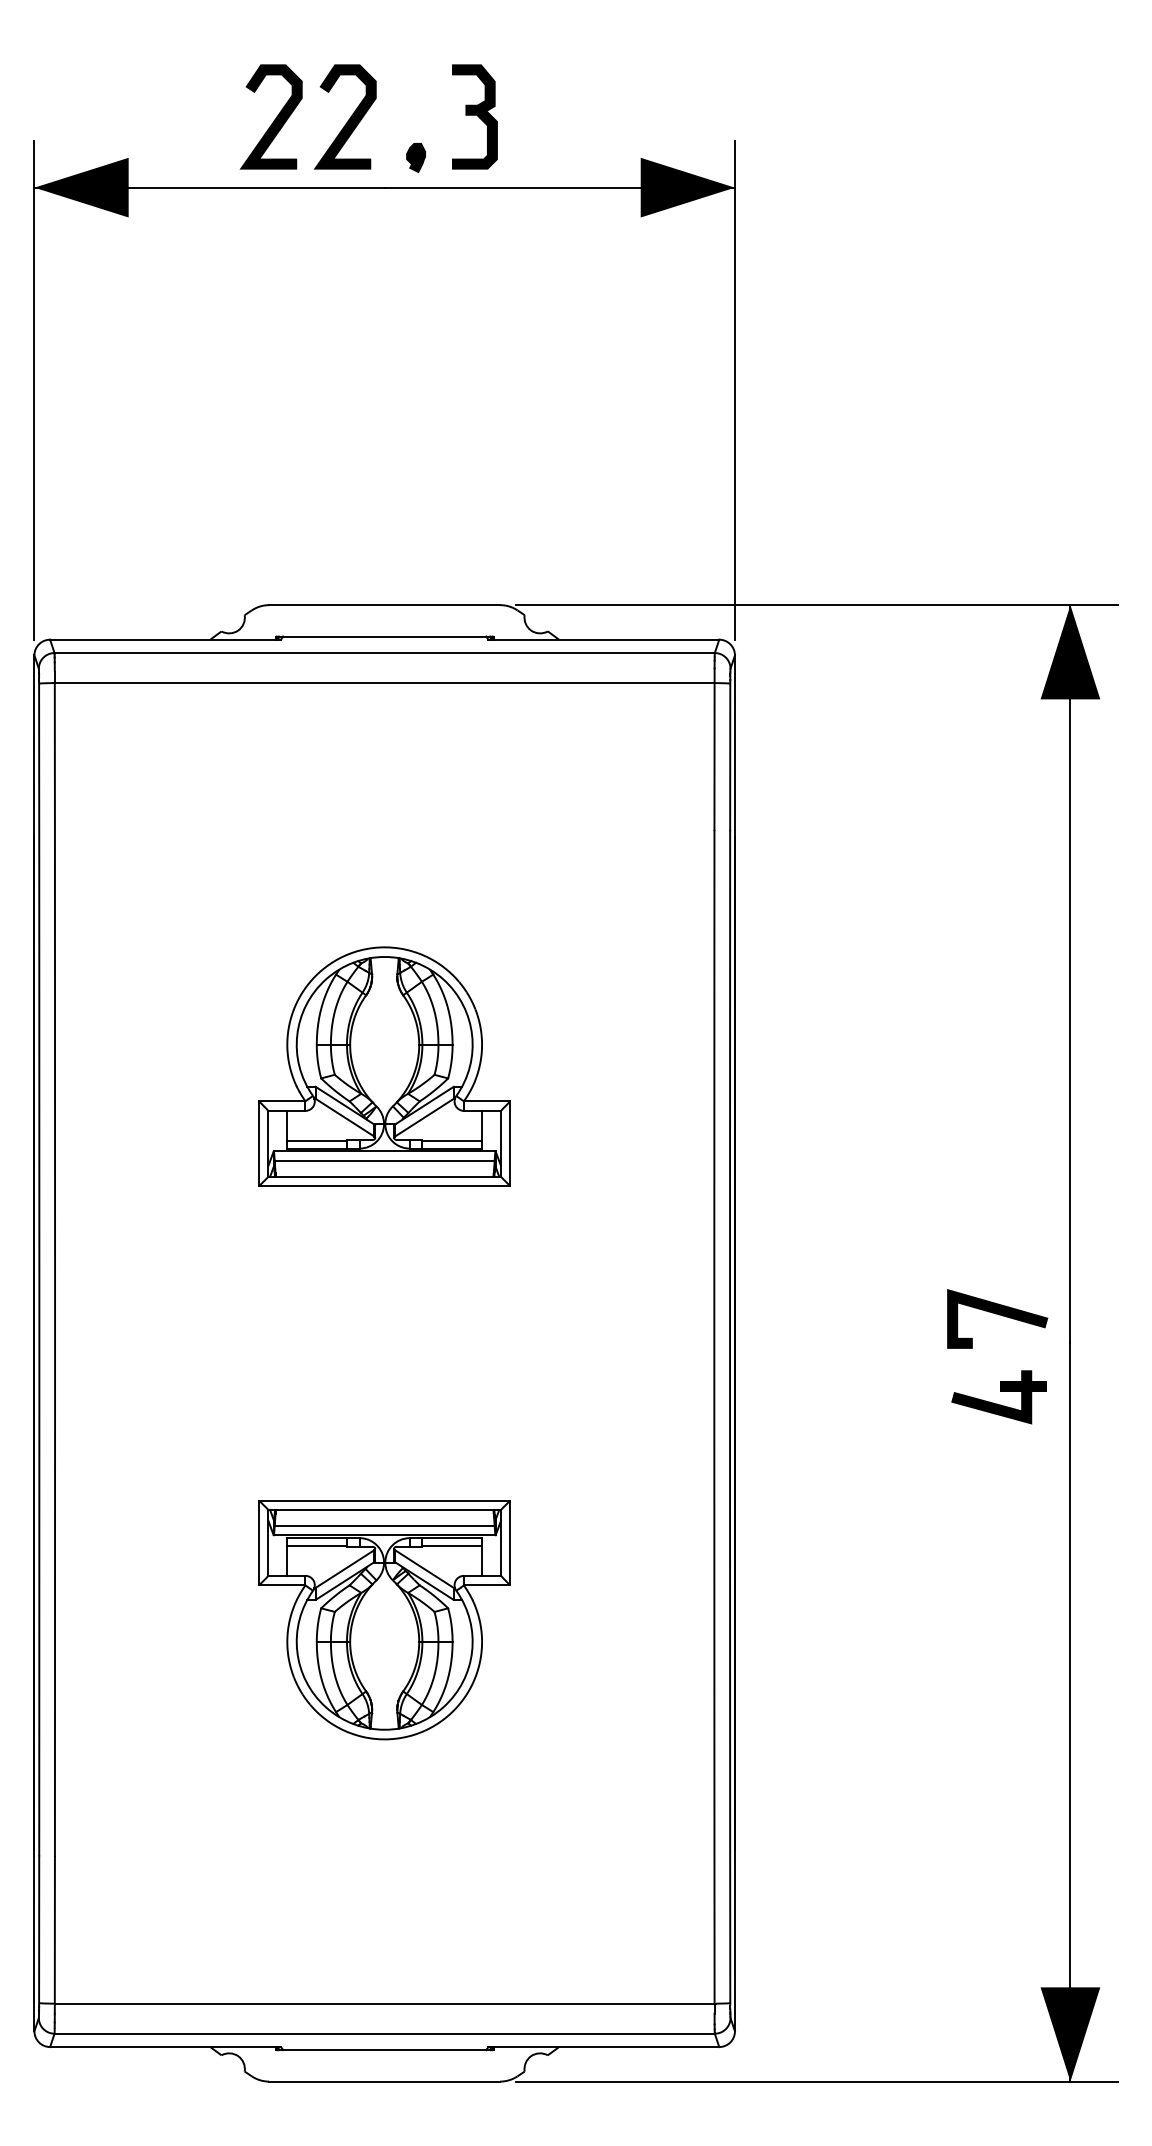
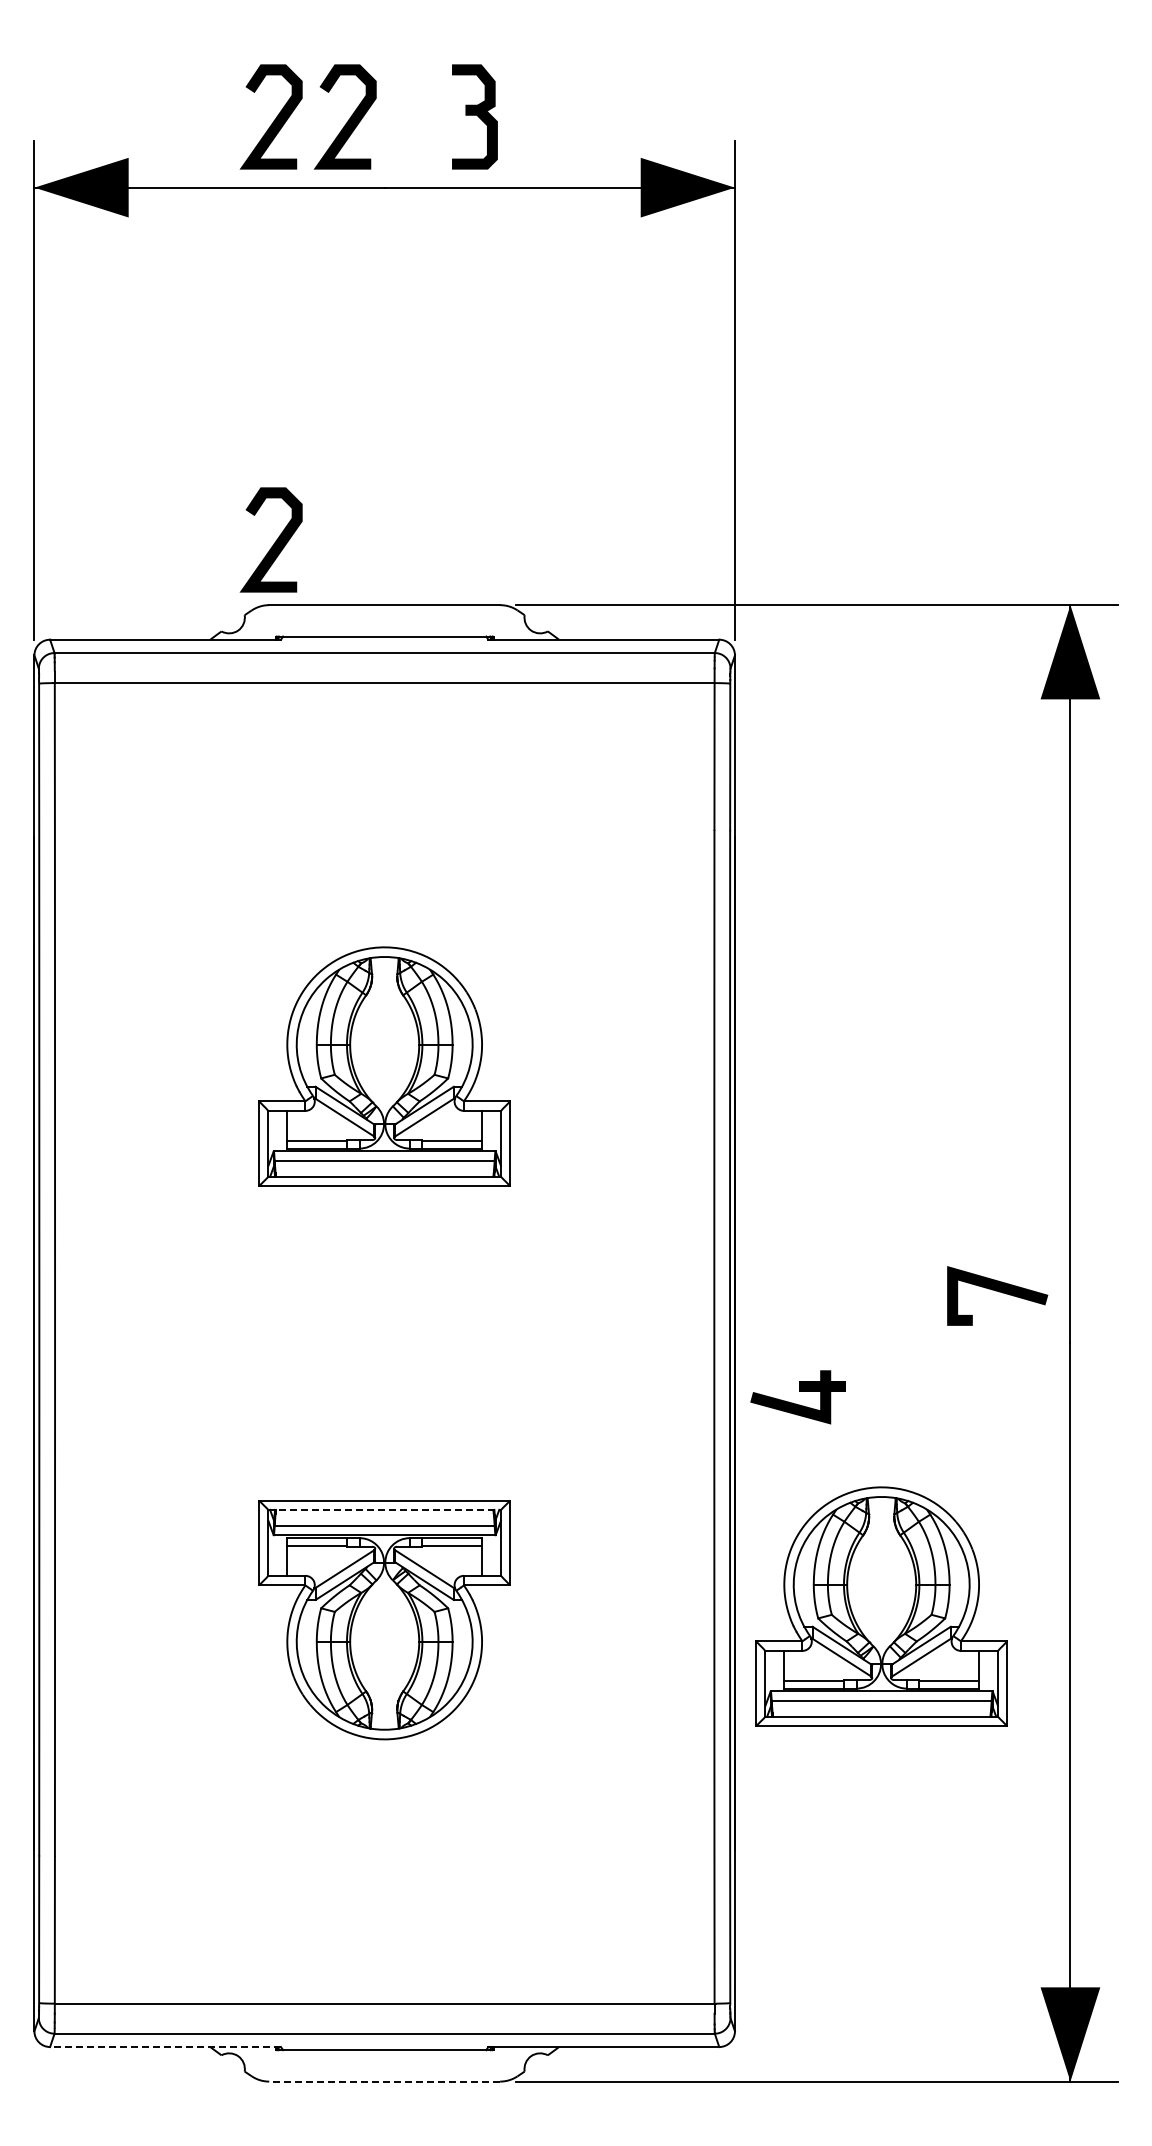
part at (415, 157): present -> none
curve at (274, 542): none -> present
line at (999, 1315) position: (999, 1315) -> (999, 1292)
part at (997, 1403) position: (997, 1403) -> (796, 1403)
line at (385, 1509): solid -> dashed
part at (881, 1606): none -> present
line at (165, 2047): solid -> dashed
line at (384, 2081): solid -> dashed
